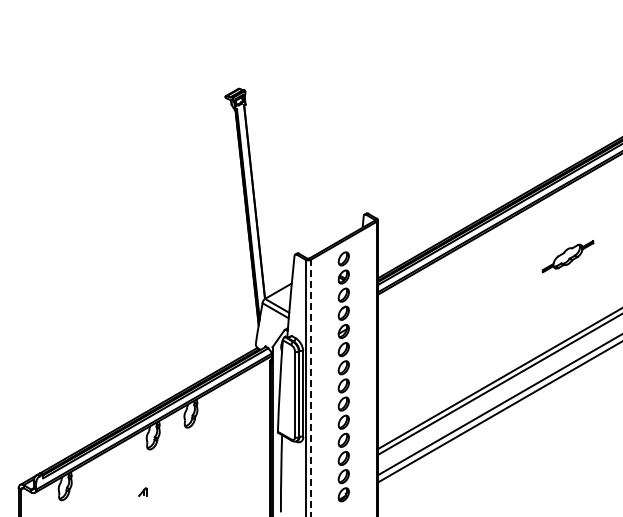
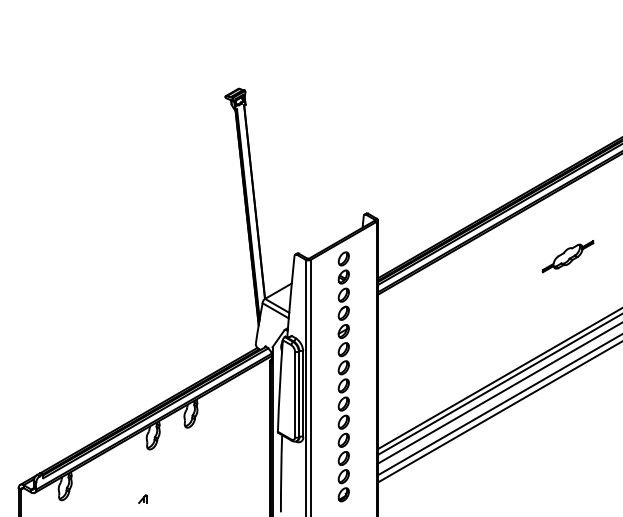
line at (310, 387): dashed -> solid
line at (498, 393): none -> present
part at (142, 491) position: (142, 491) -> (142, 498)
